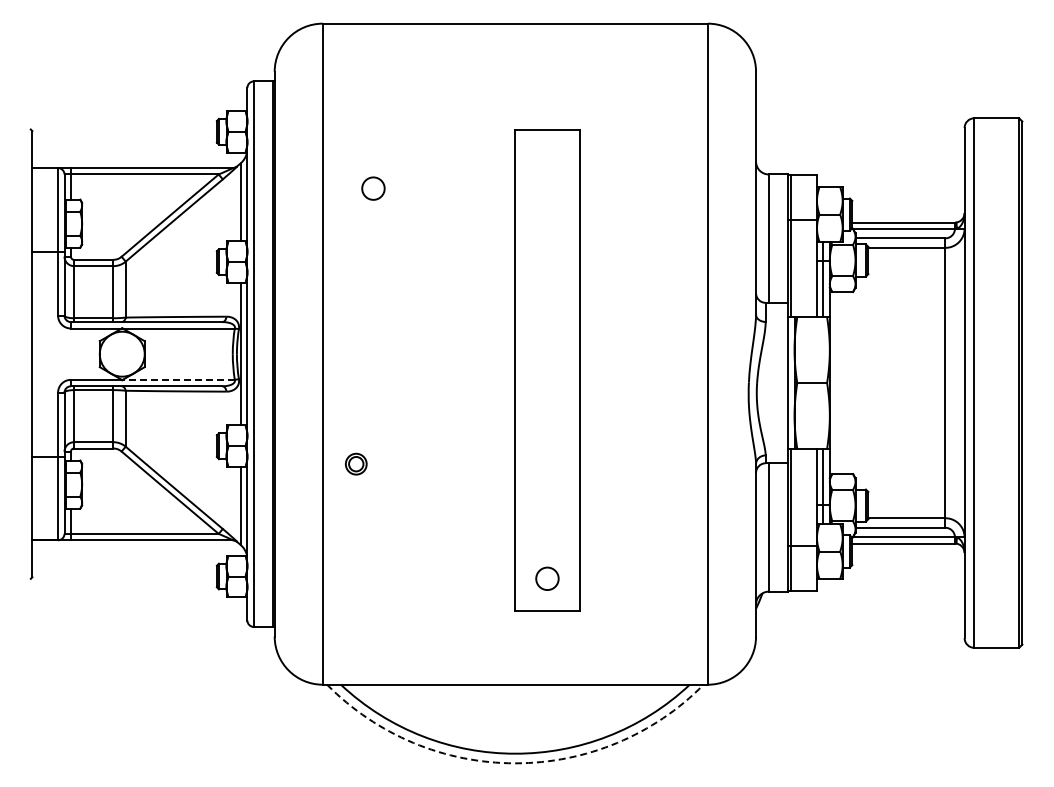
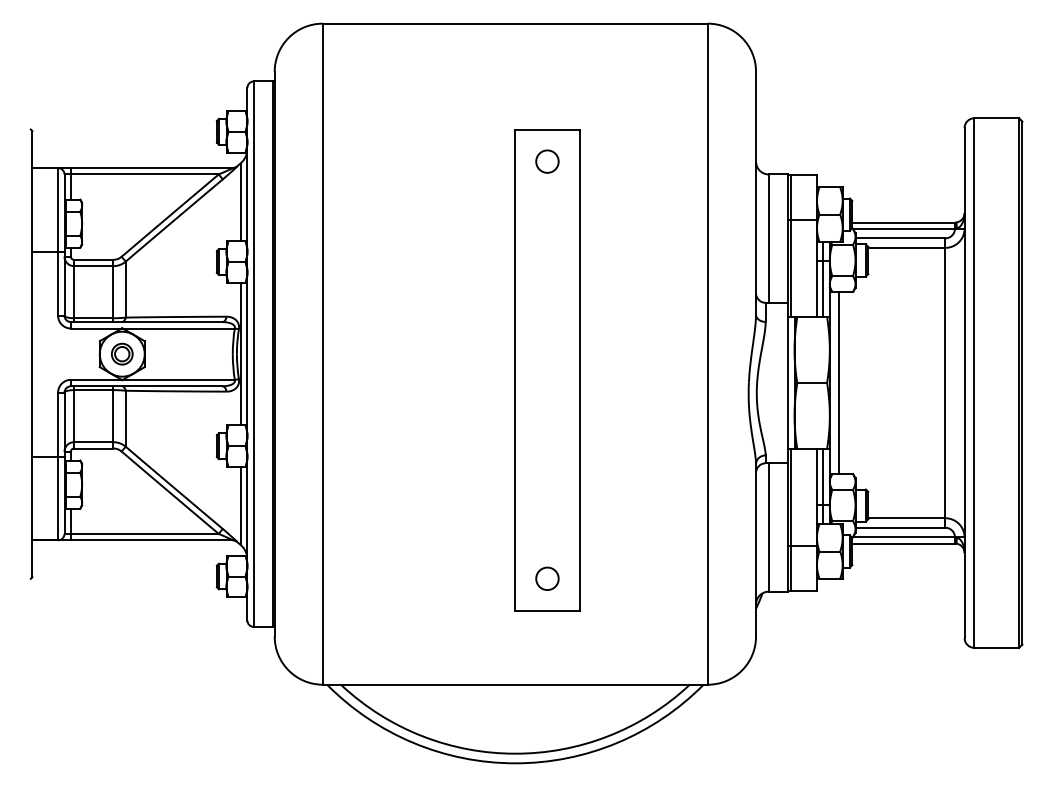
circle at (373, 188) position: (373, 188) -> (547, 161)
line at (178, 379): dashed -> solid
line at (839, 383): none -> present
part at (356, 463) position: (356, 463) -> (122, 353)
arc at (515, 763): dashed -> solid
